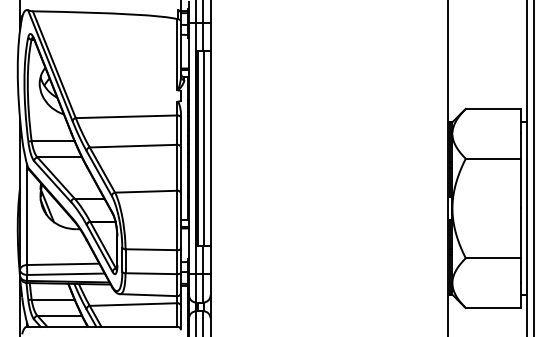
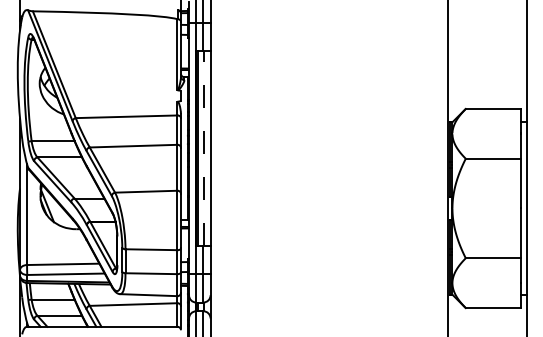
line at (203, 148): solid -> dashed
line at (534, 167): present -> none
